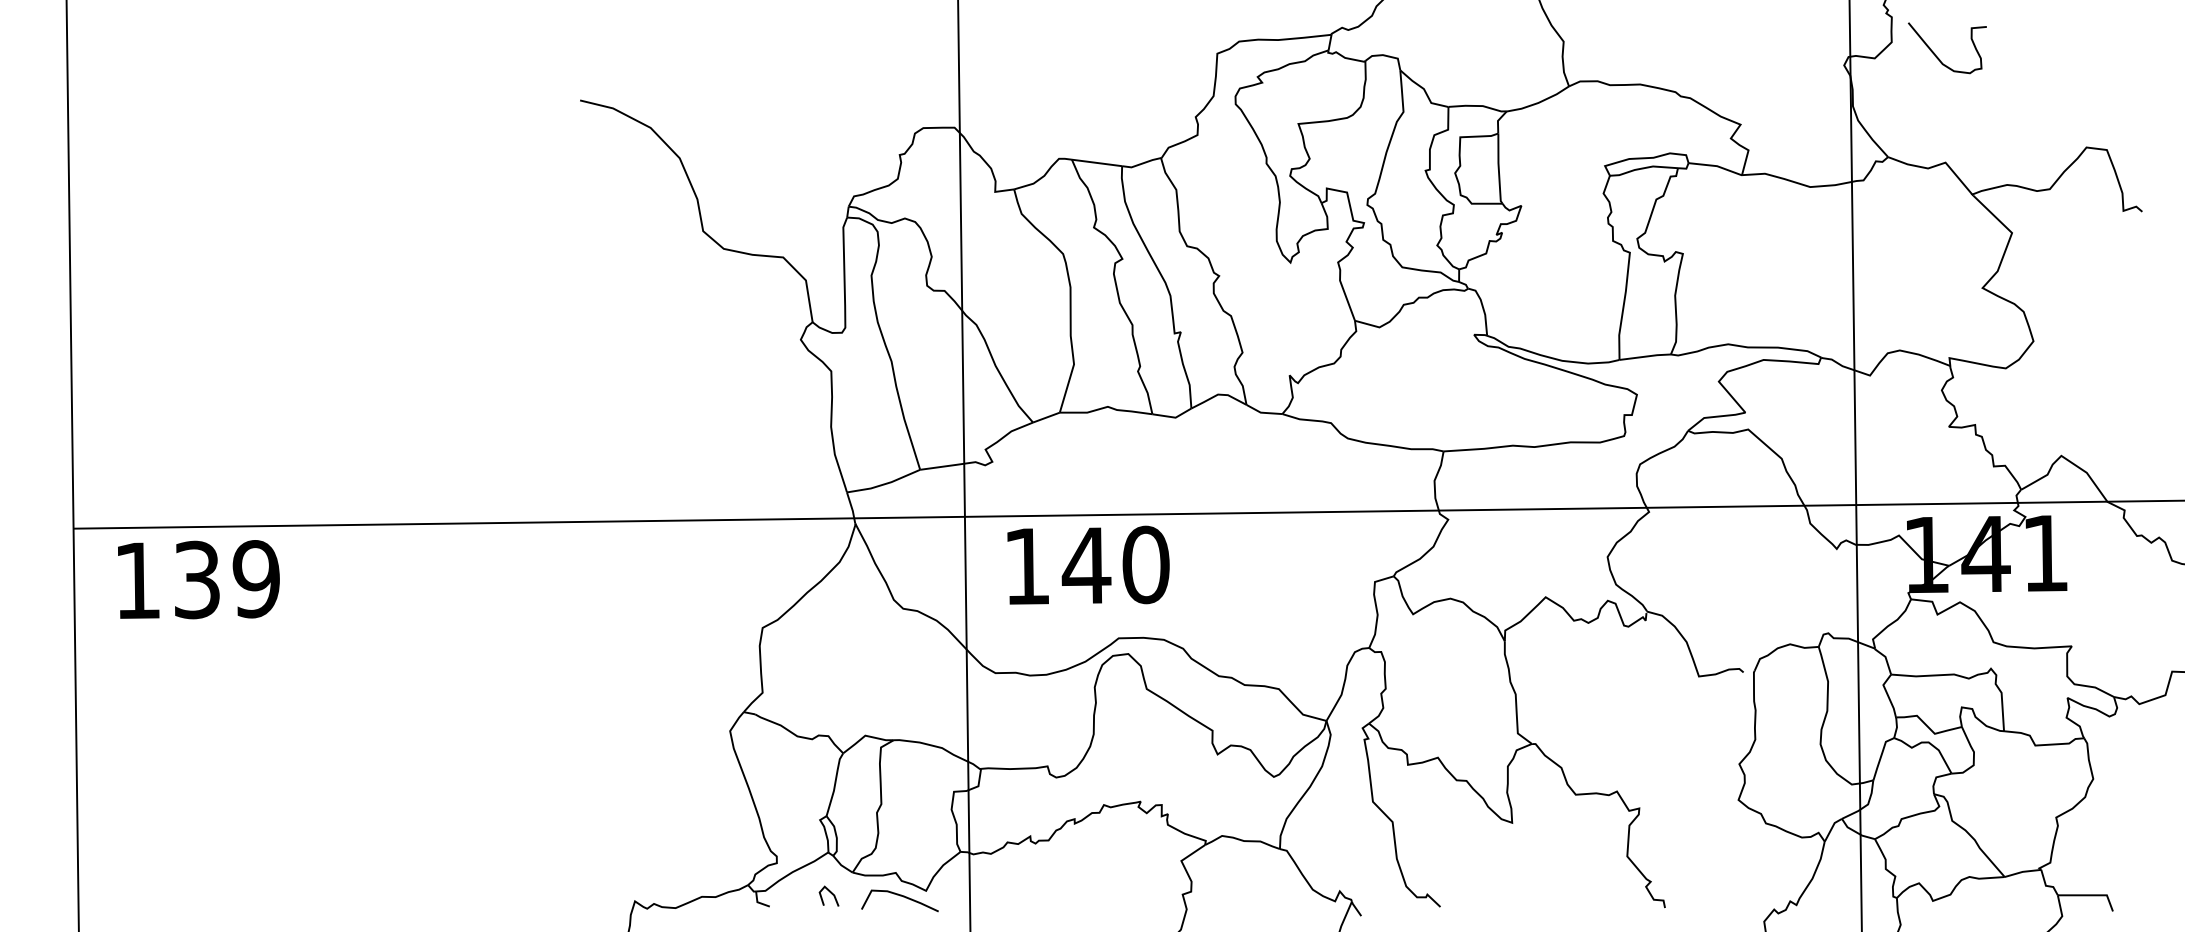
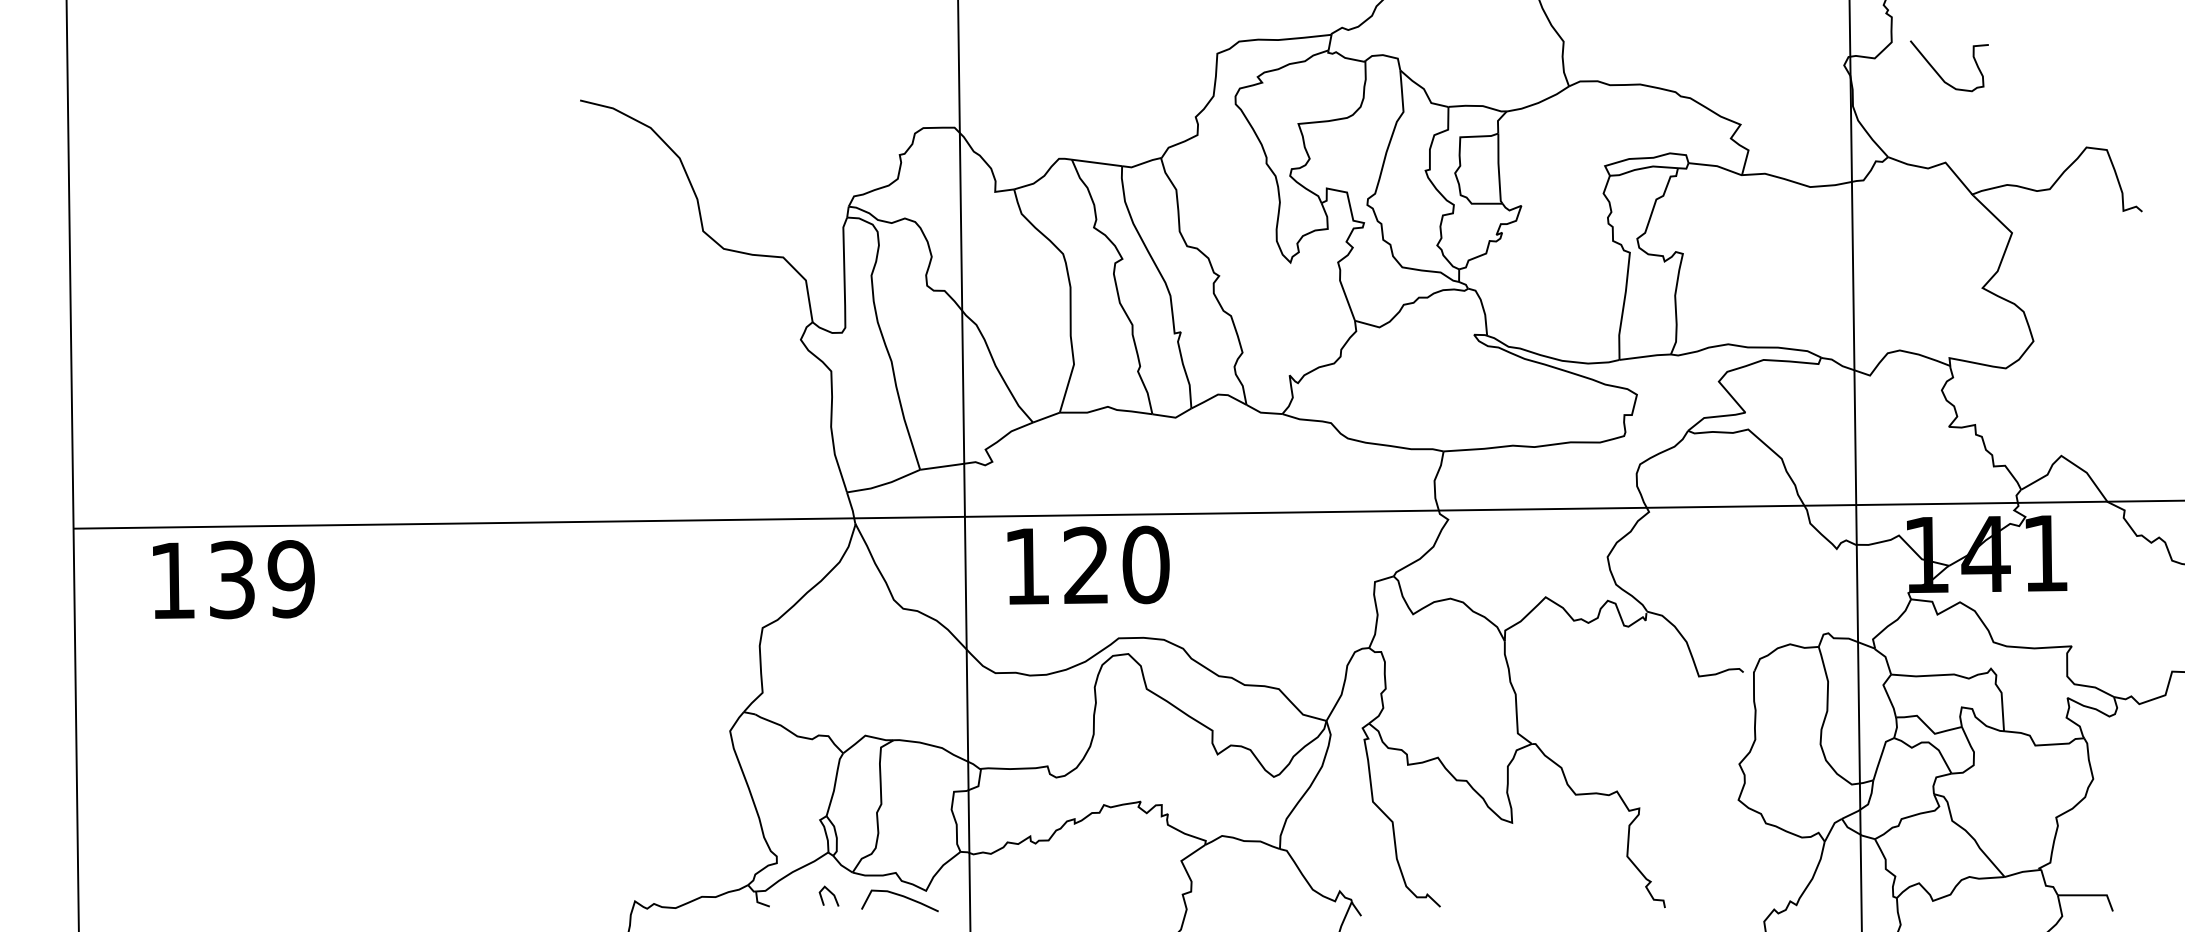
curve at (1938, 57) position: (1938, 57) -> (1940, 75)
text at (1086, 564): 140 -> 120
text at (198, 579) position: (198, 579) -> (233, 579)
